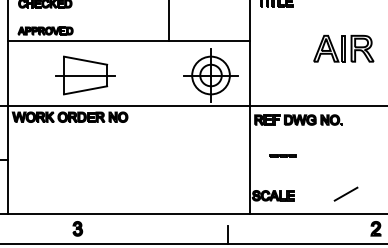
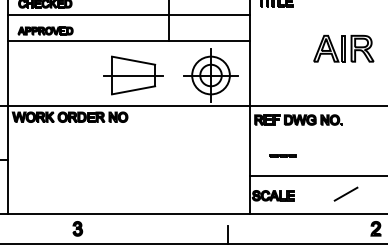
line at (128, 14): none -> present
part at (85, 75) position: (85, 75) -> (133, 75)
line at (317, 176): none -> present
